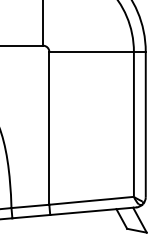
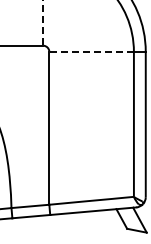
line at (43, 23): solid -> dashed
line at (91, 51): solid -> dashed
